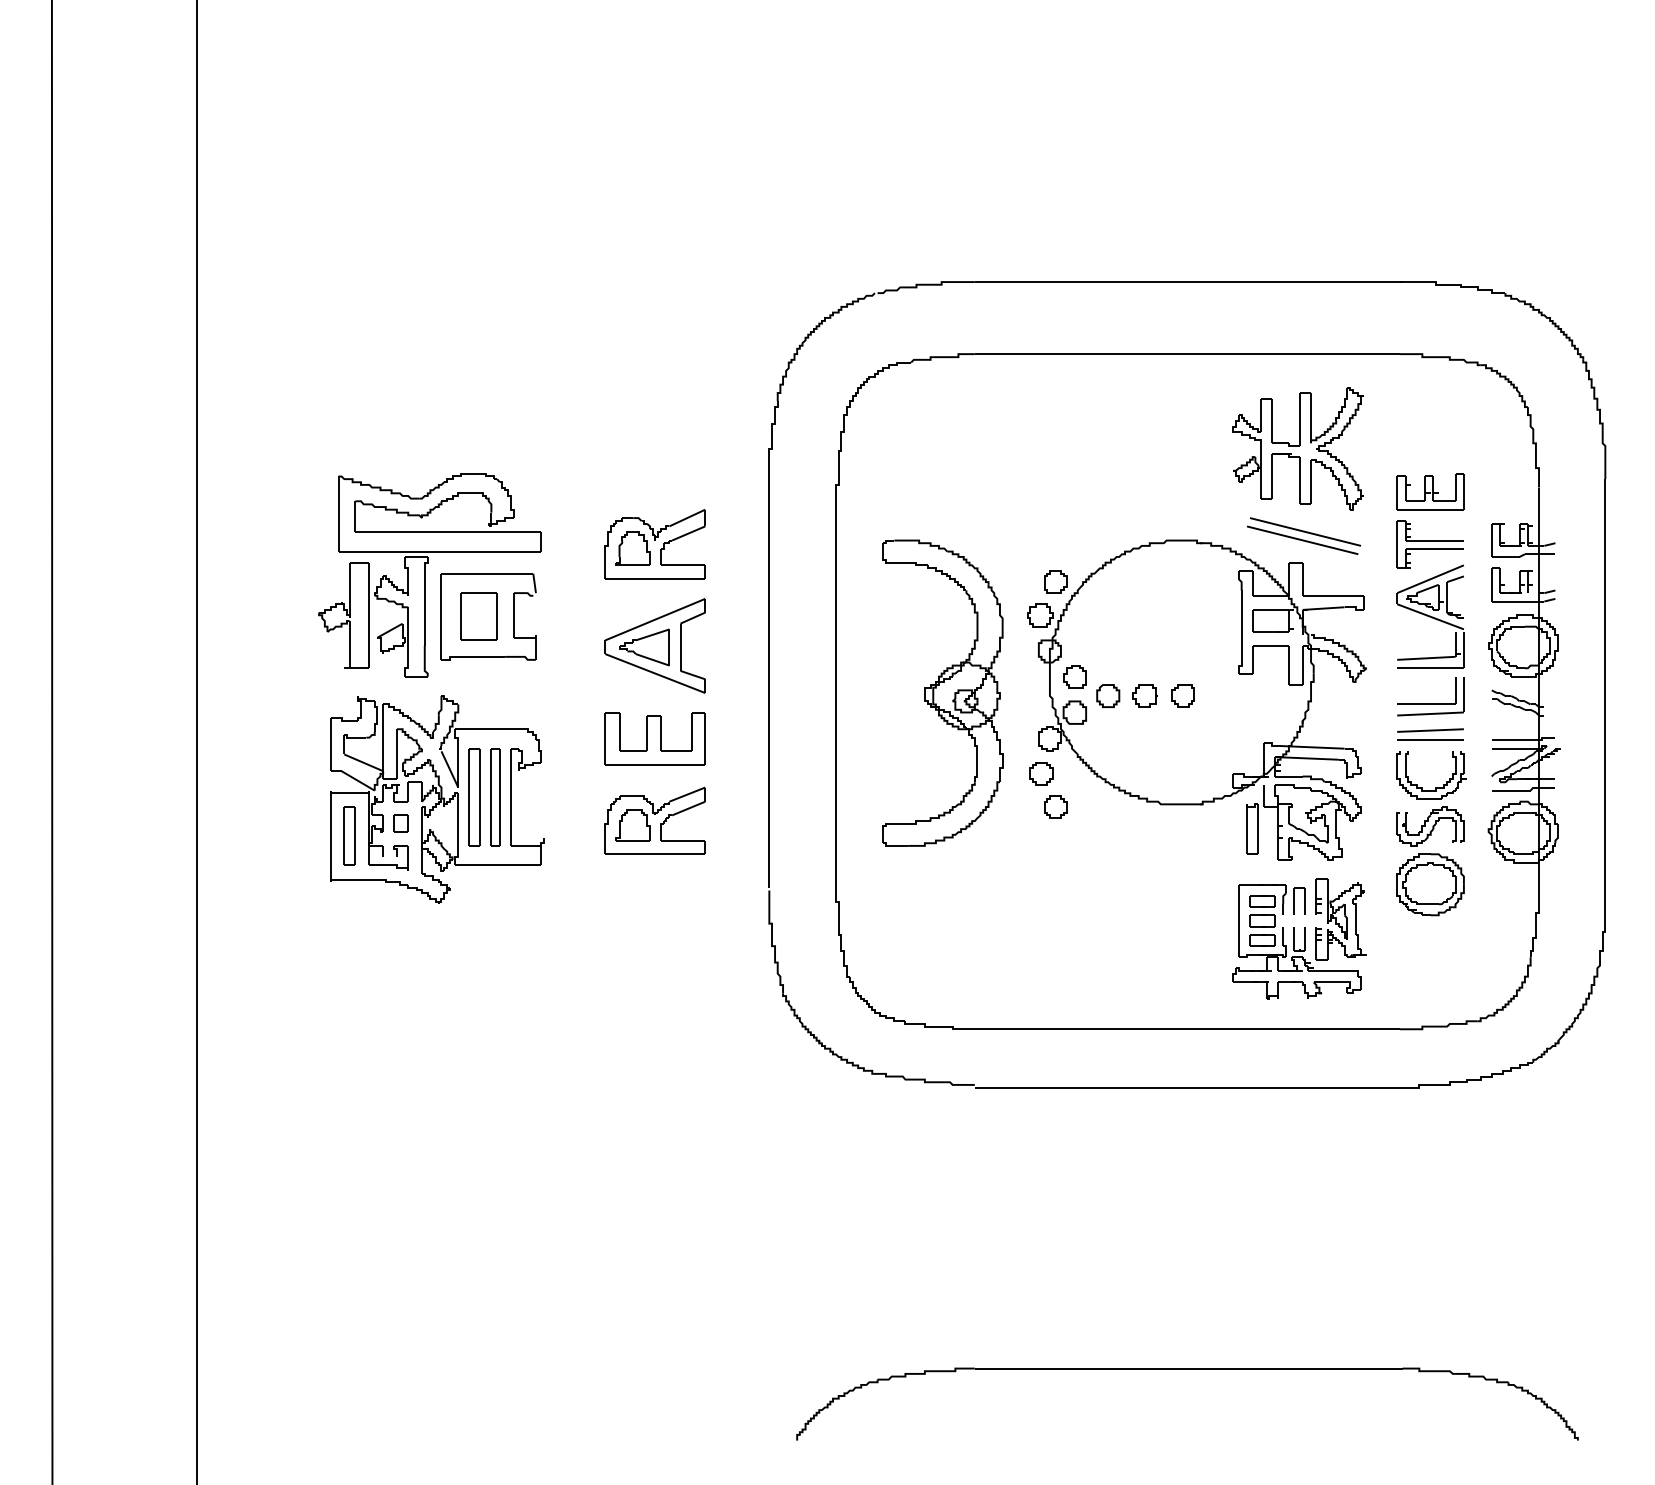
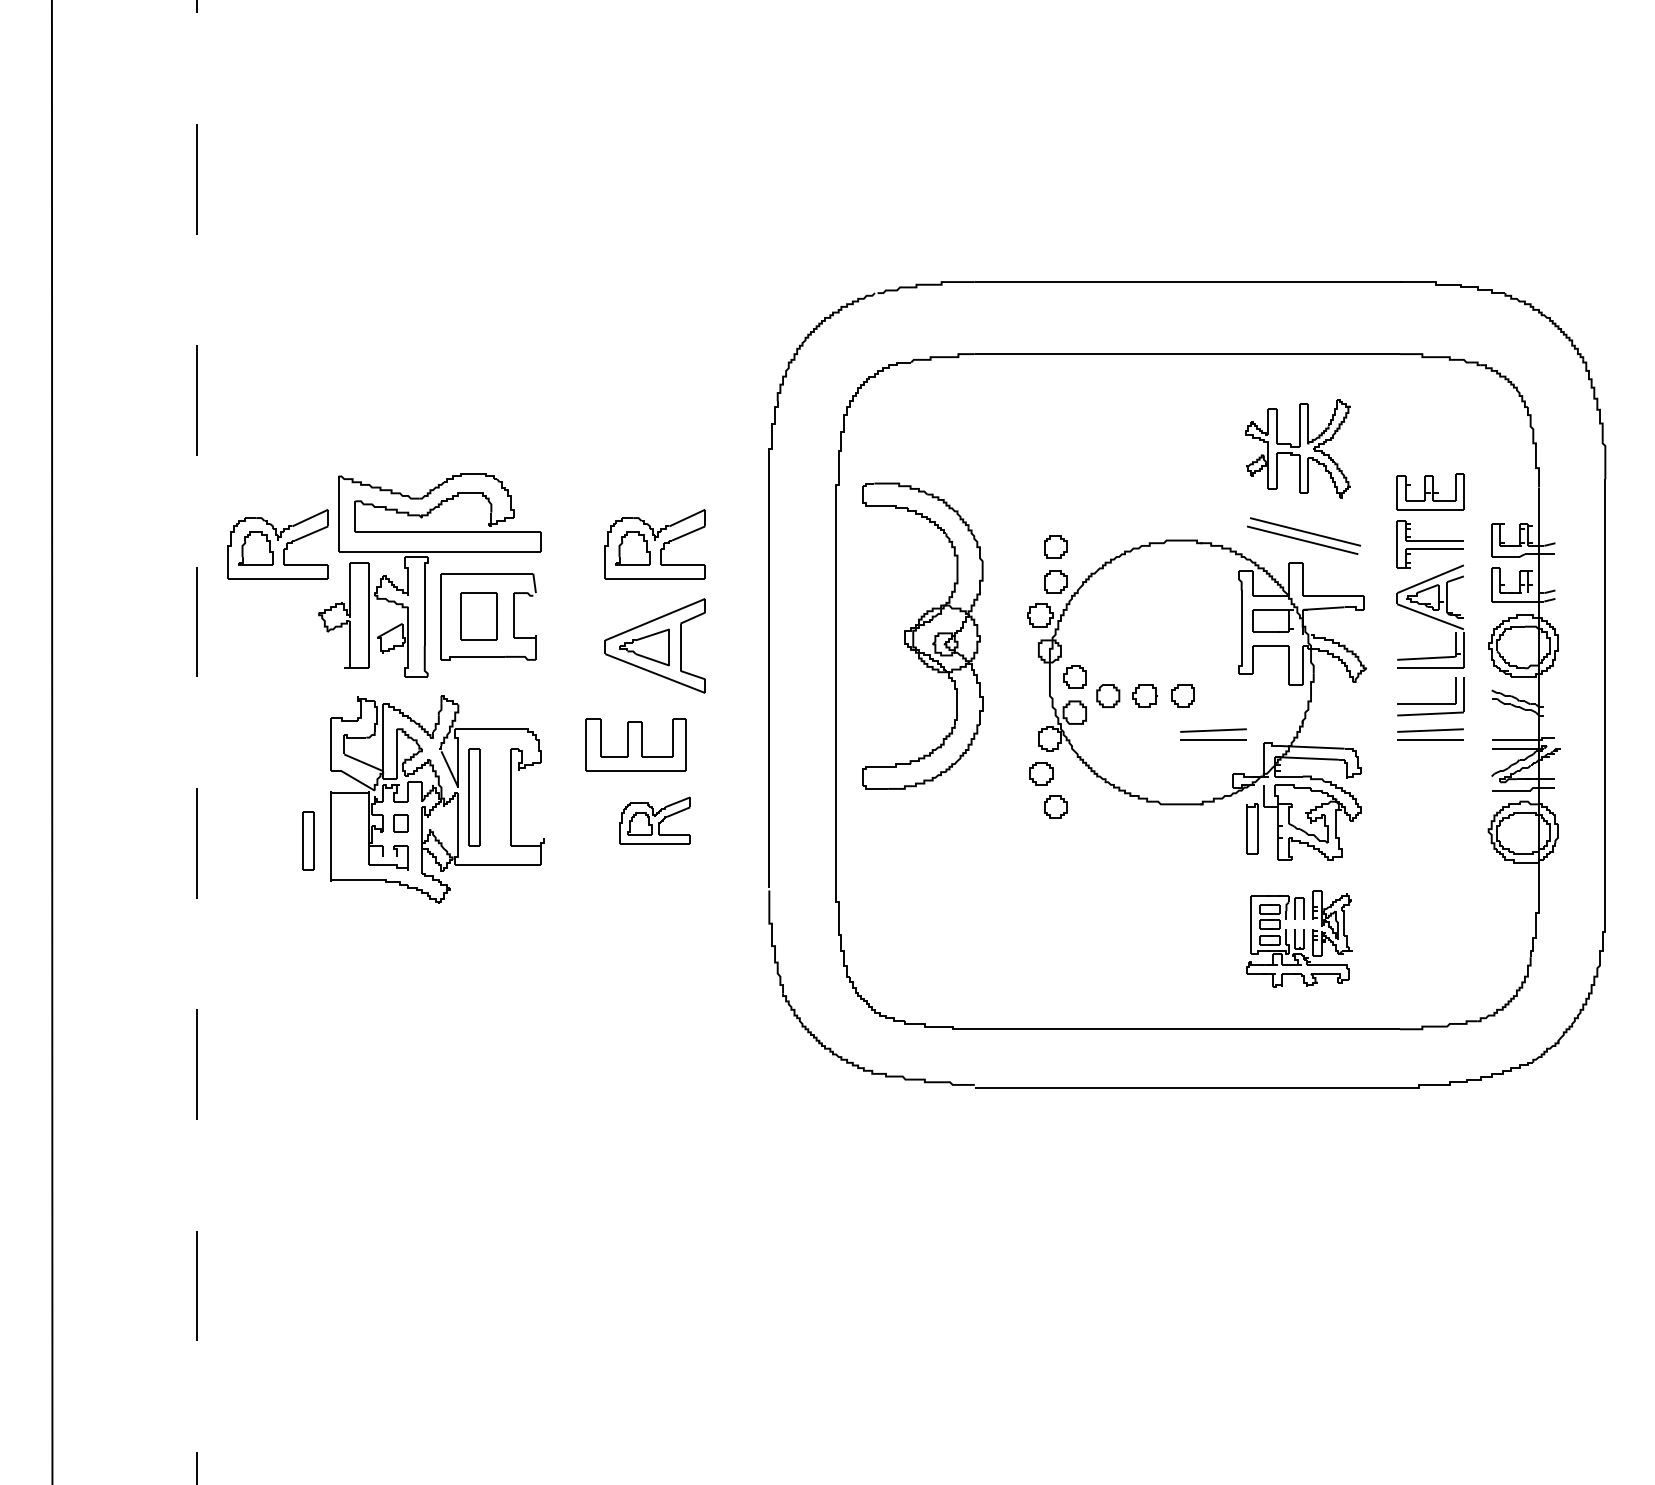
part at (1297, 448) size: 132x124 px -> 106x100 px
part at (277, 544): none -> present
part at (1055, 546): none -> present
part at (942, 692) position: (942, 692) -> (922, 635)
part at (1213, 734): none -> present
part at (654, 738) position: (654, 738) -> (635, 744)
line at (197, 743): solid -> dashed
part at (495, 797): present -> none
part at (654, 820) size: 102x69 px -> 72x49 px
part at (1431, 833): present -> none
part at (349, 835) position: (349, 835) -> (308, 840)
part at (1299, 938) size: 135x122 px -> 107x98 px
part at (1187, 1369): present -> none
